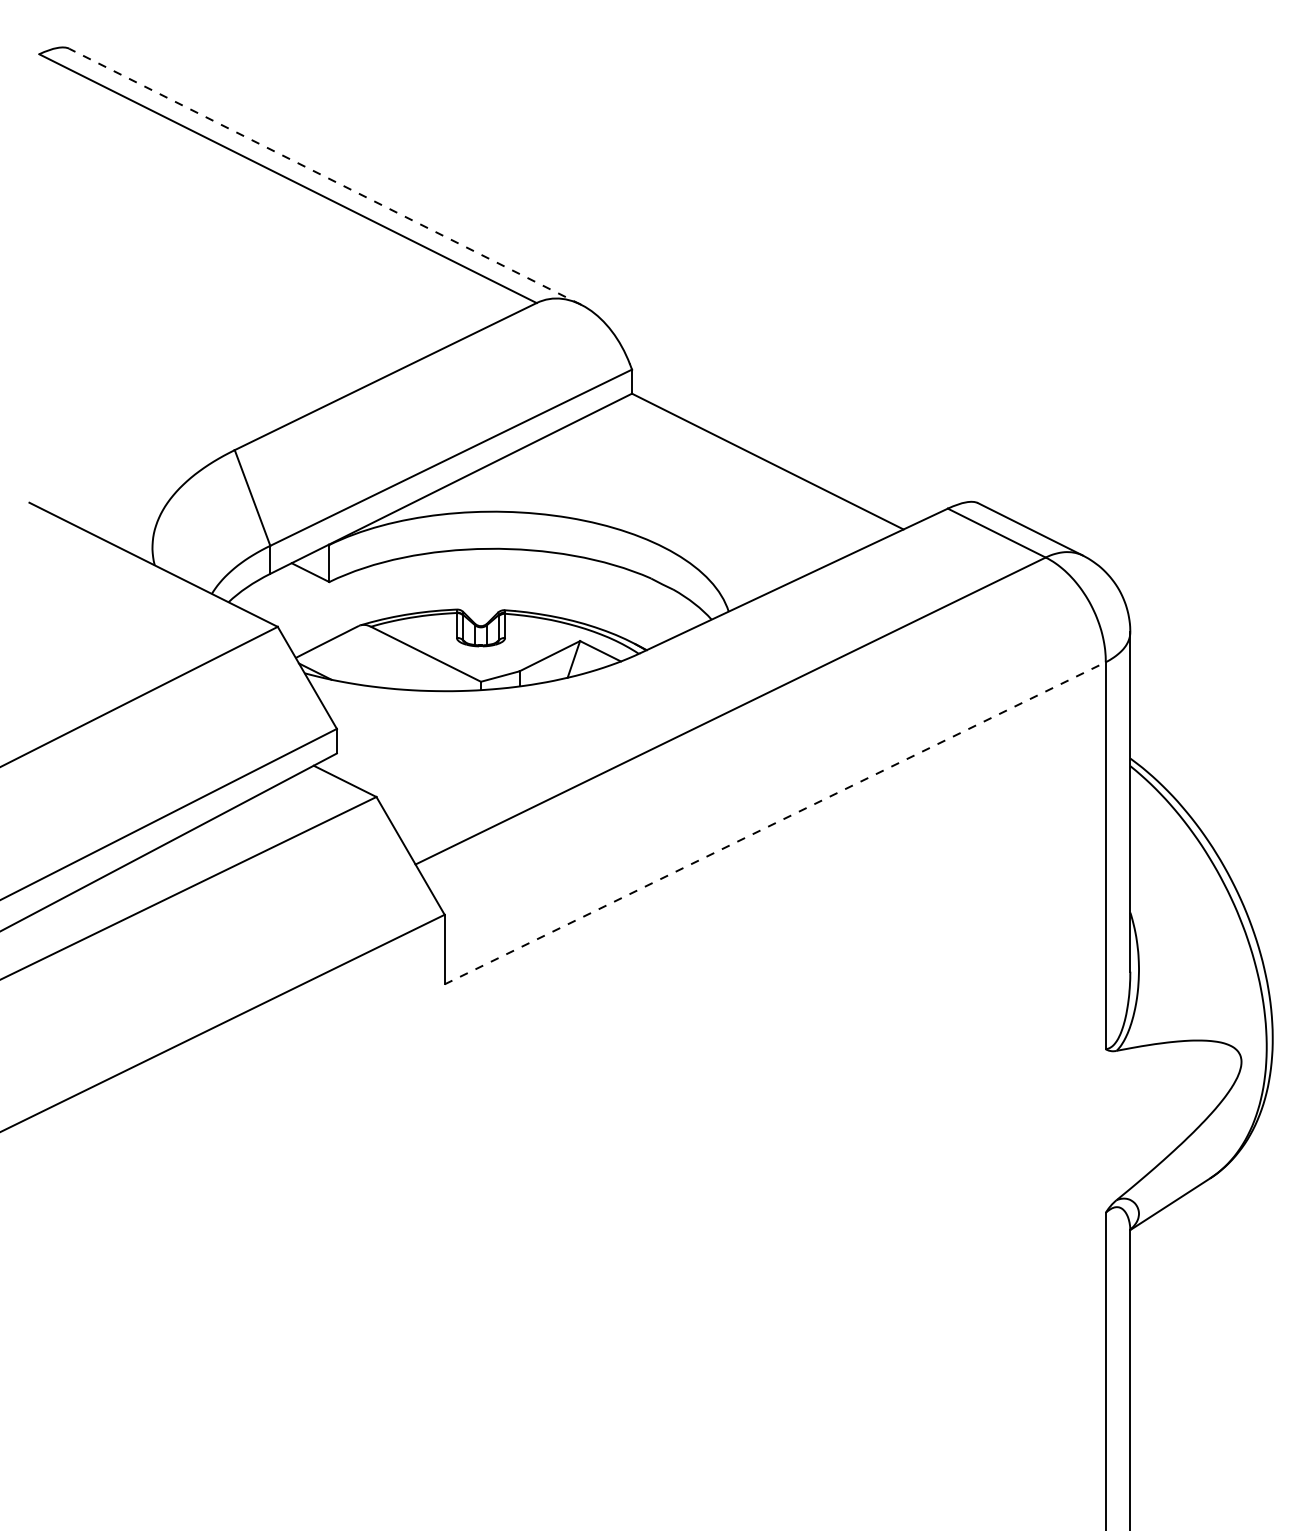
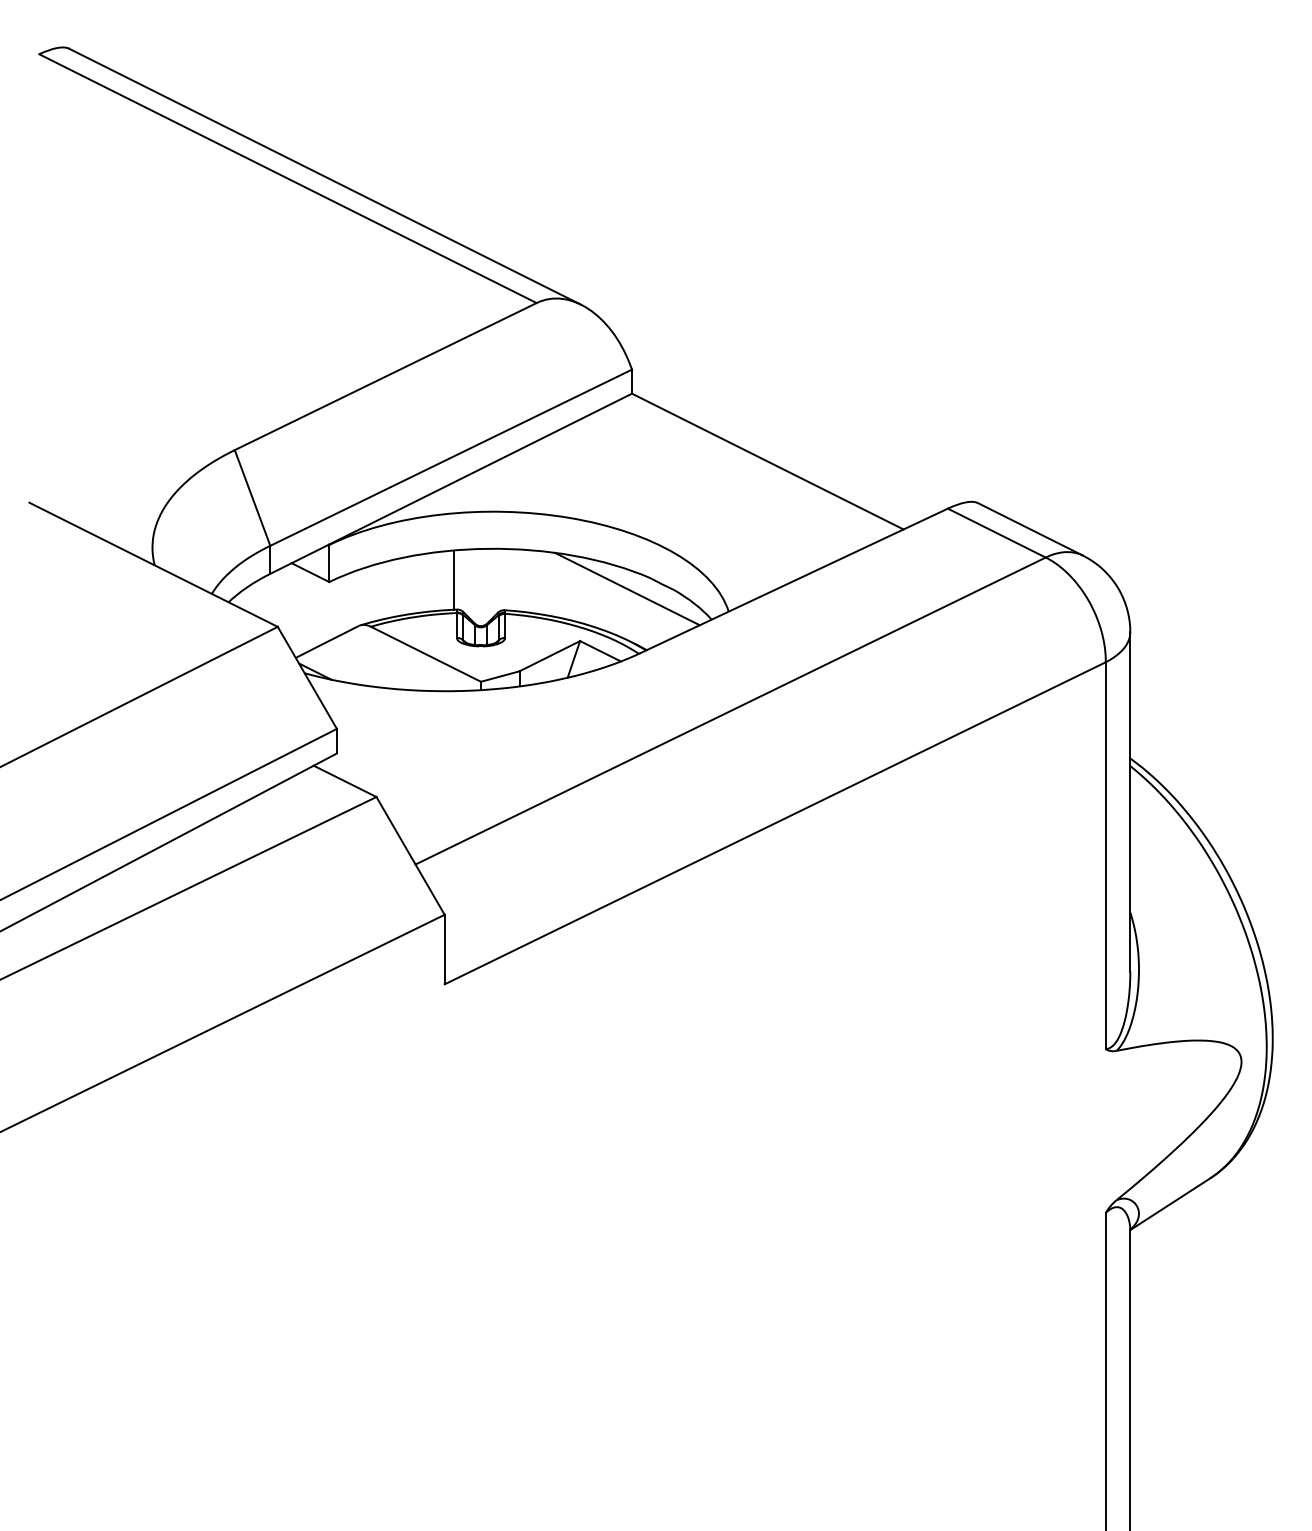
line at (324, 176): dashed -> solid
line at (453, 579): none -> present
line at (626, 588): none -> present
line at (775, 823): dashed -> solid
